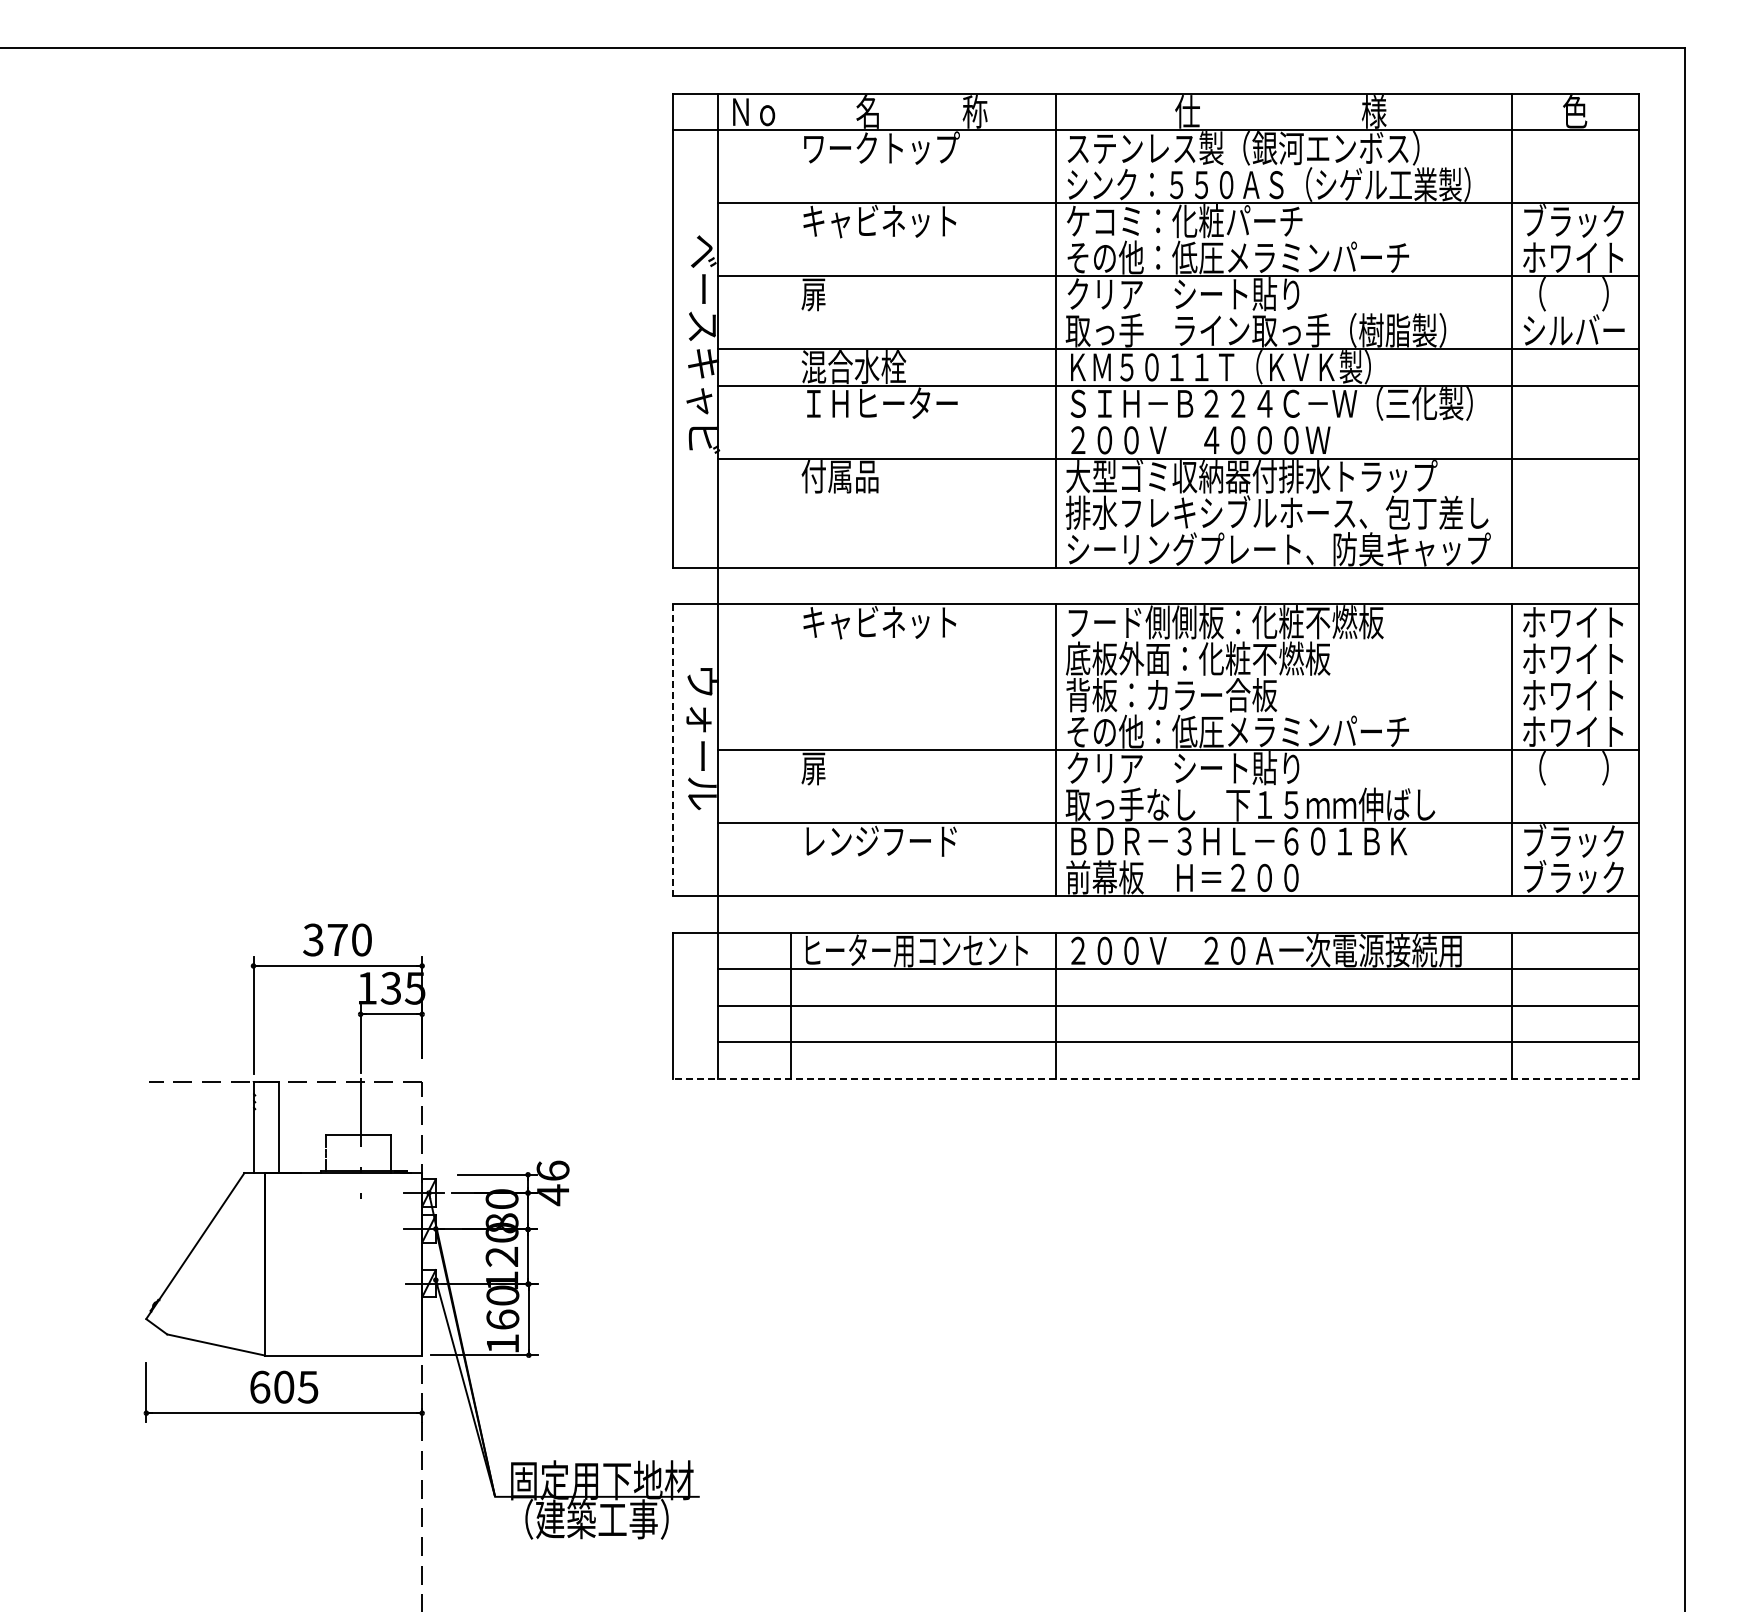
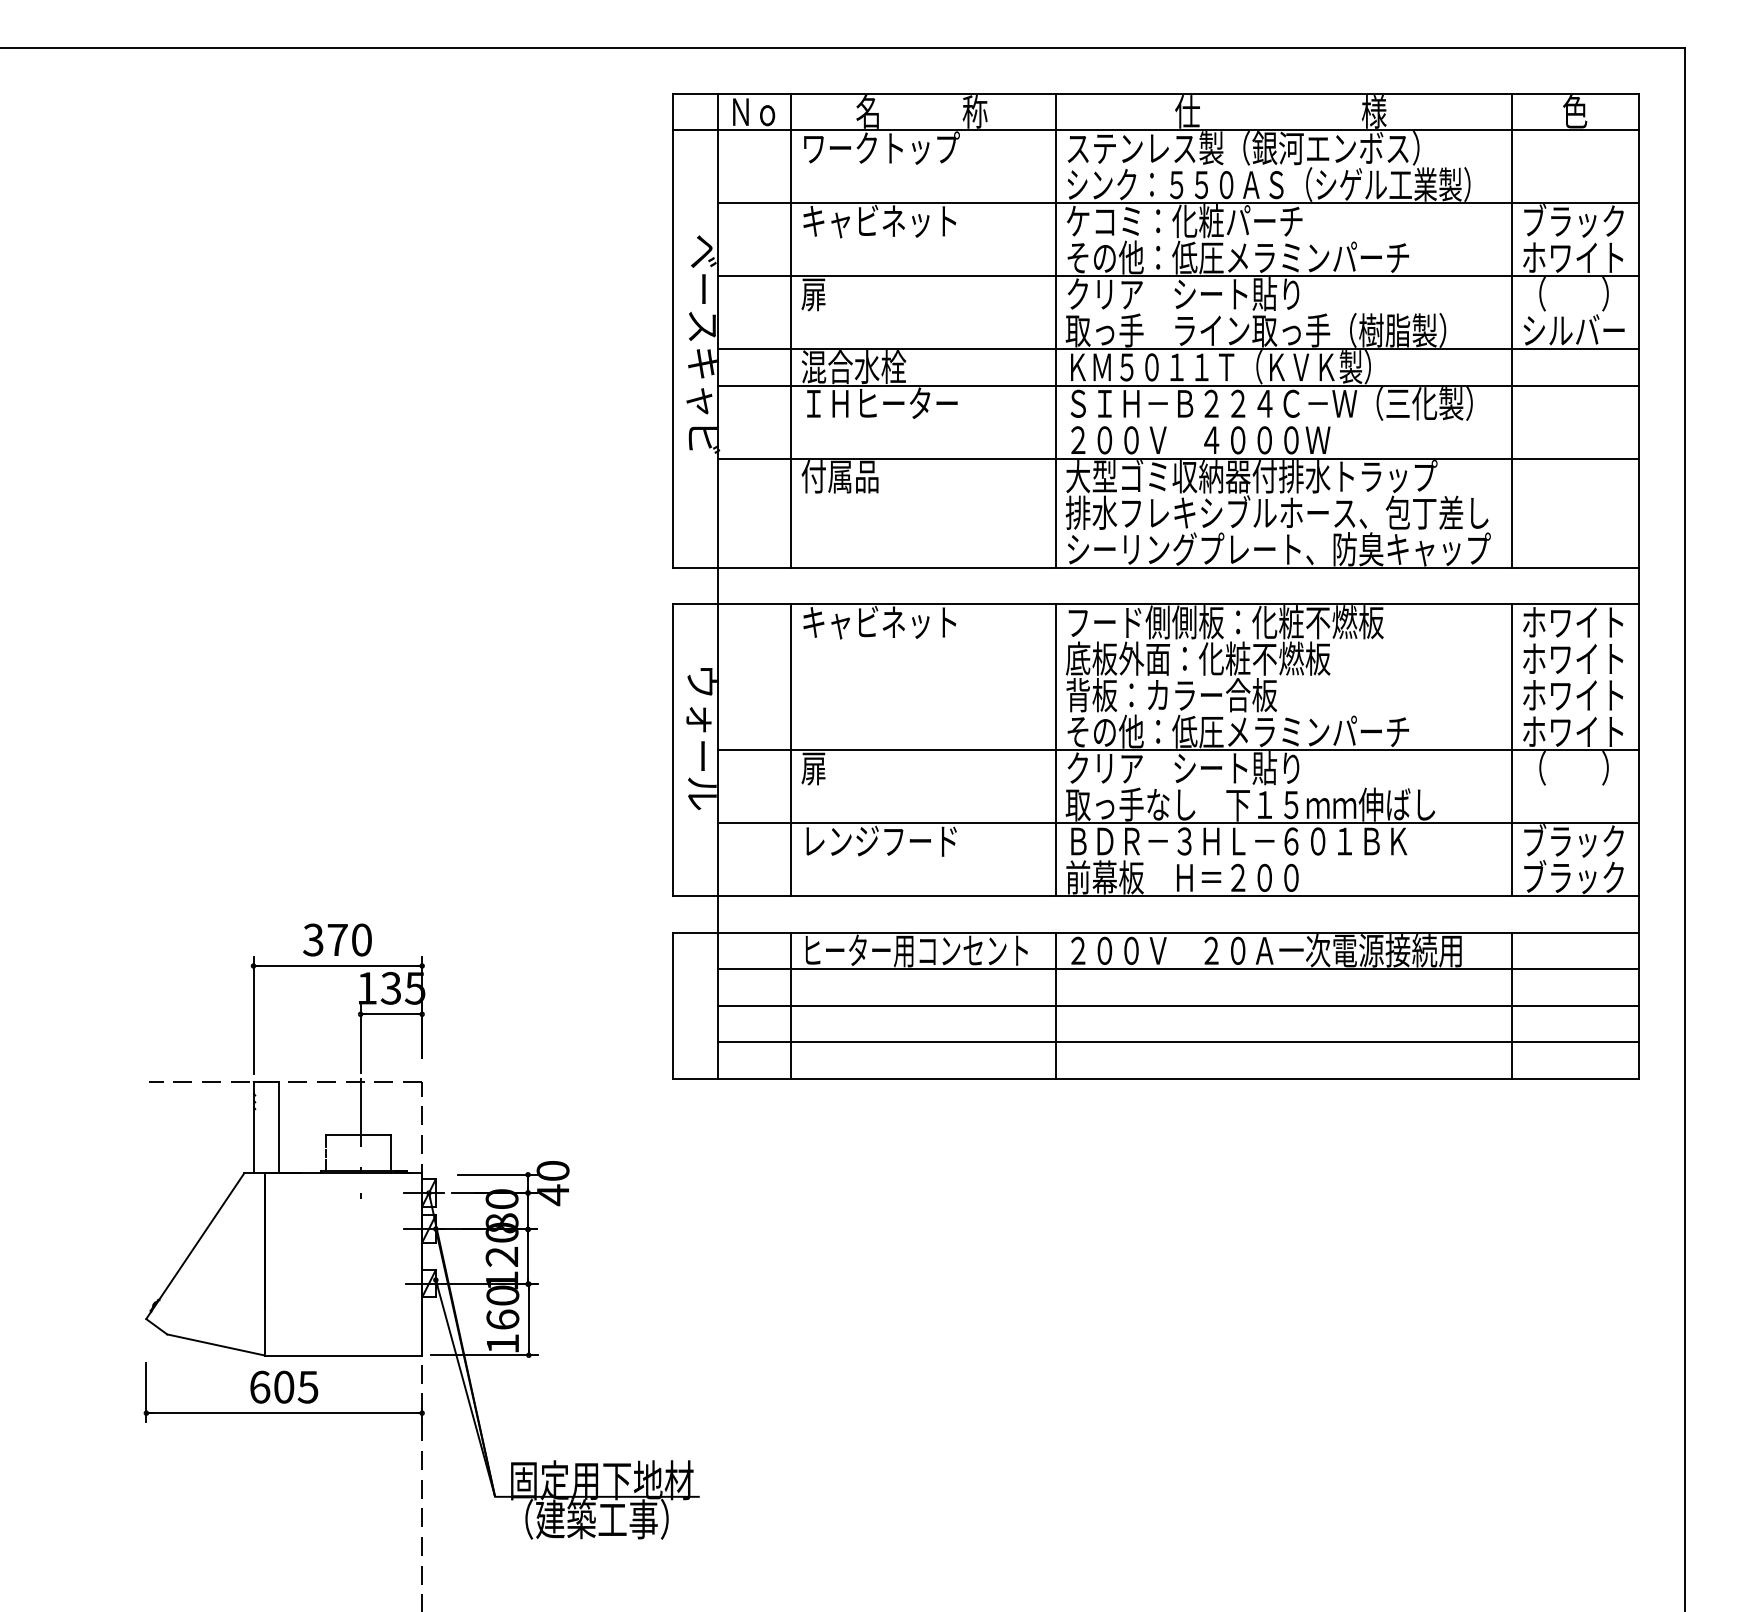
line at (791, 330): none -> present
line at (672, 750): dashed -> solid
line at (791, 750): none -> present
line at (1155, 1078): dashed -> solid
text at (552, 1170): 46 -> 40
